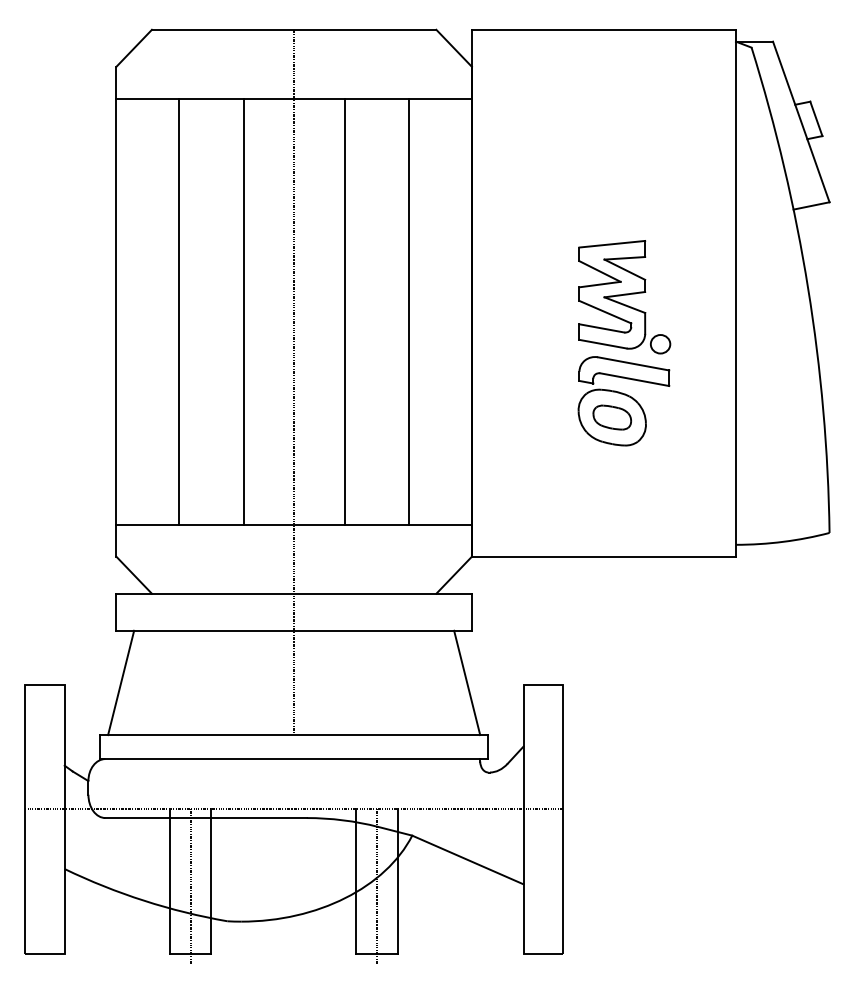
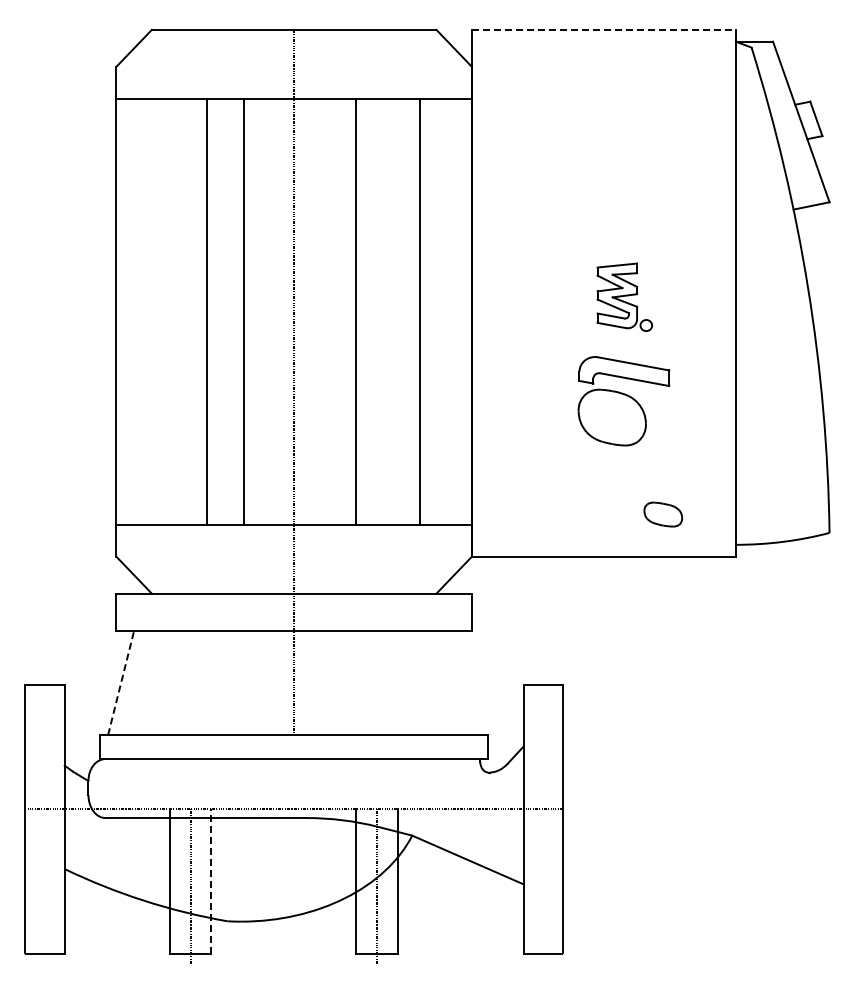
line at (604, 29): solid -> dashed
part at (624, 297) size: 94x115 px -> 57x70 px
line at (179, 311) position: (179, 311) -> (207, 311)
line at (344, 311) position: (344, 311) -> (355, 311)
line at (408, 311) position: (408, 311) -> (419, 311)
part at (611, 417) position: (611, 417) -> (662, 514)
line at (121, 682): solid -> dashed
line at (467, 682): present -> none
line at (211, 880): solid -> dashed
